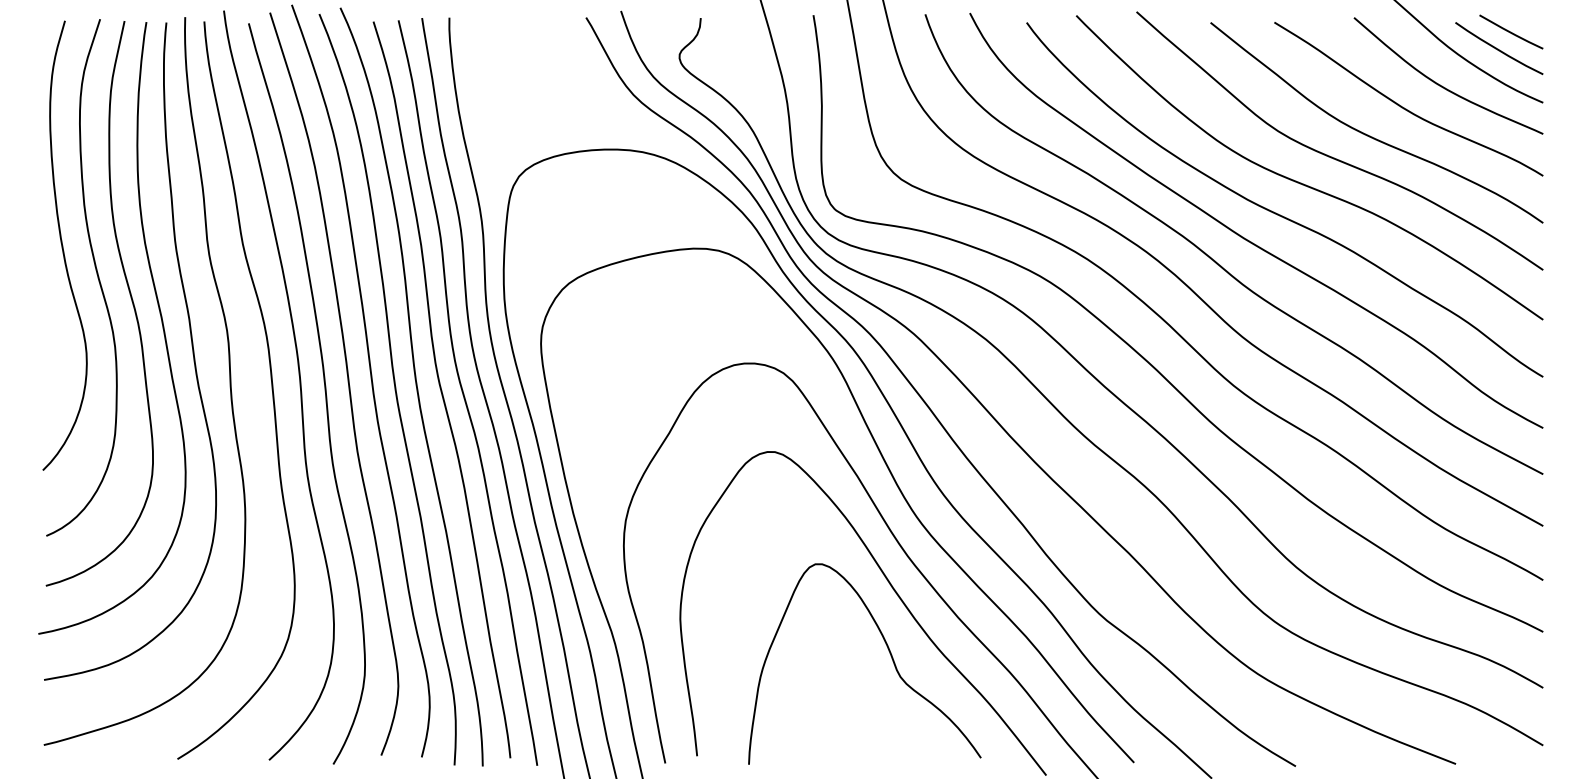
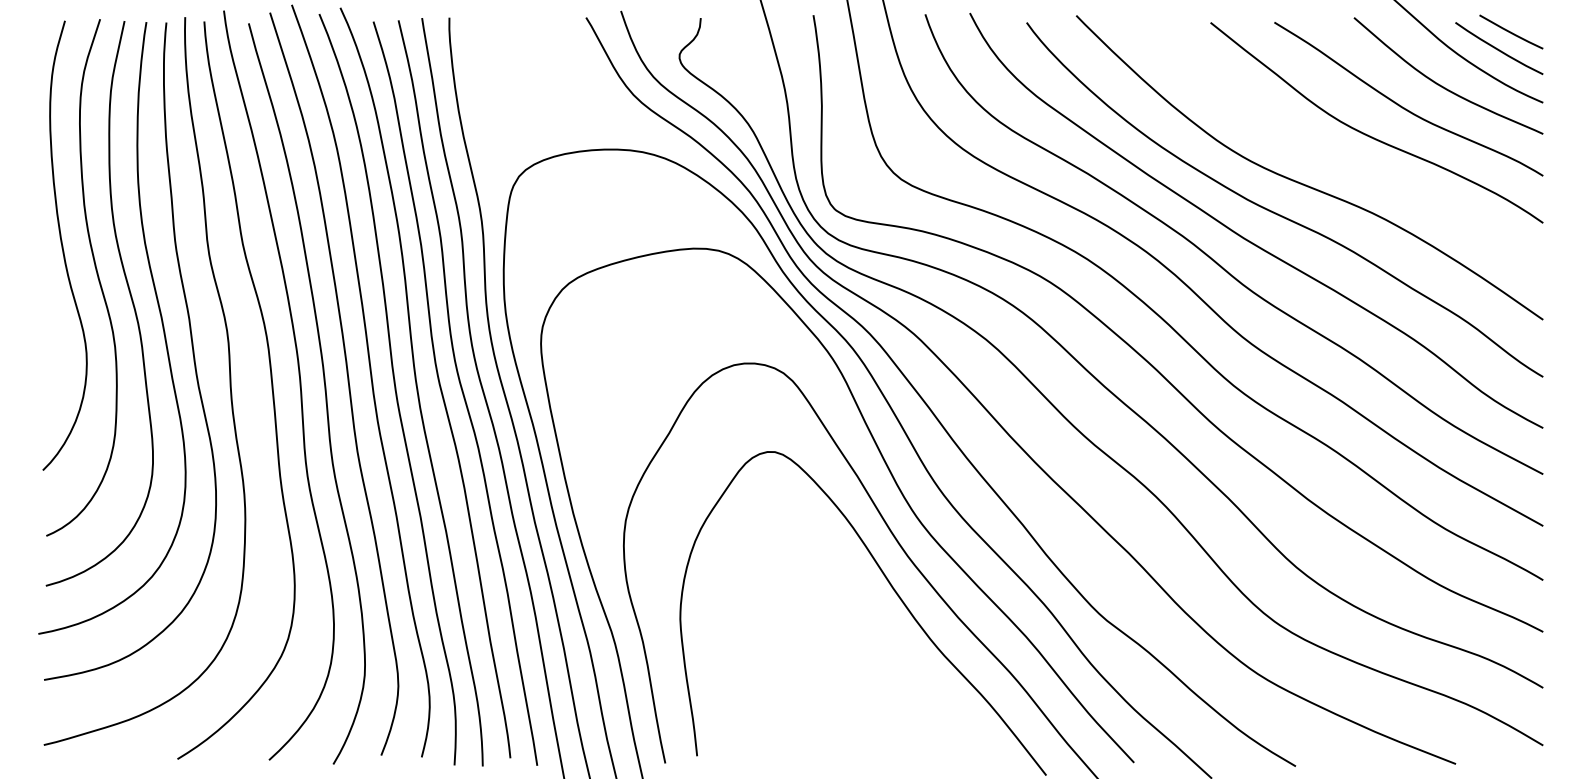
curve at (1332, 156): present -> none
curve at (888, 651): present -> none
